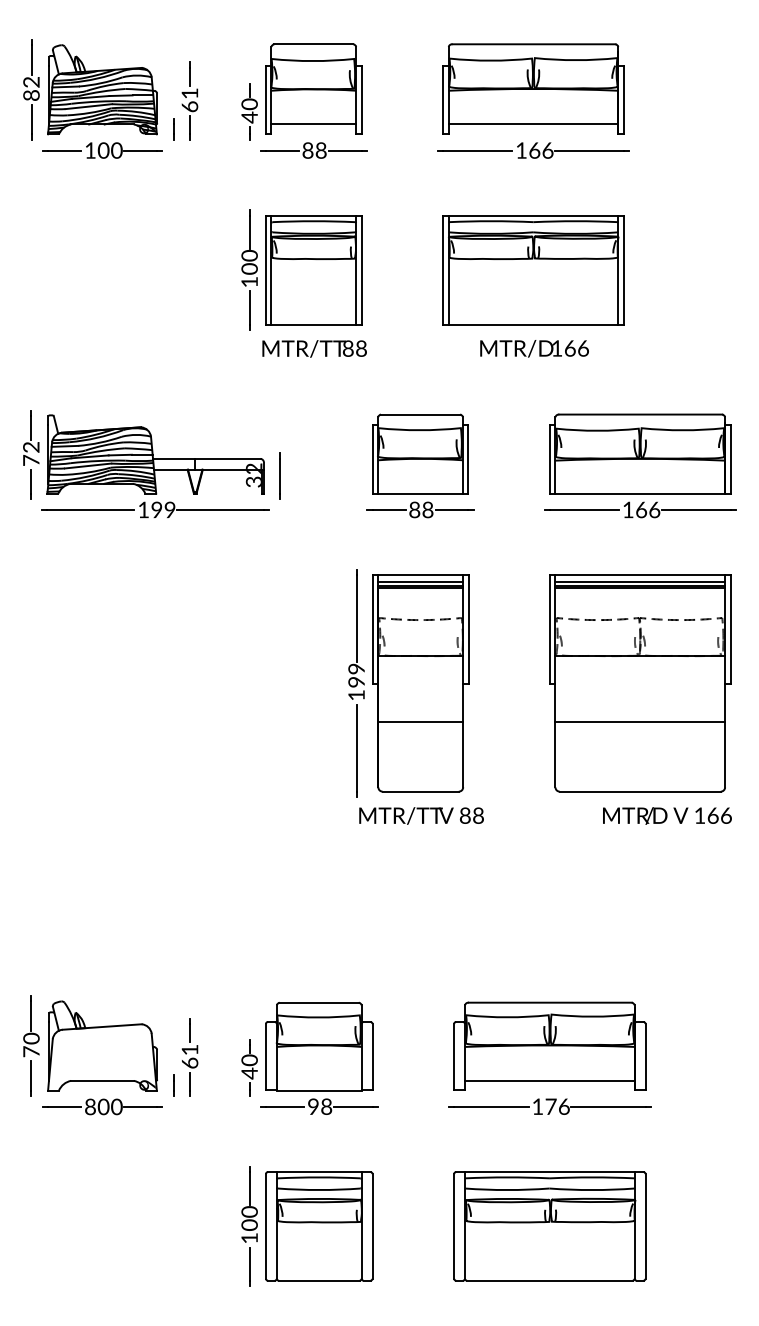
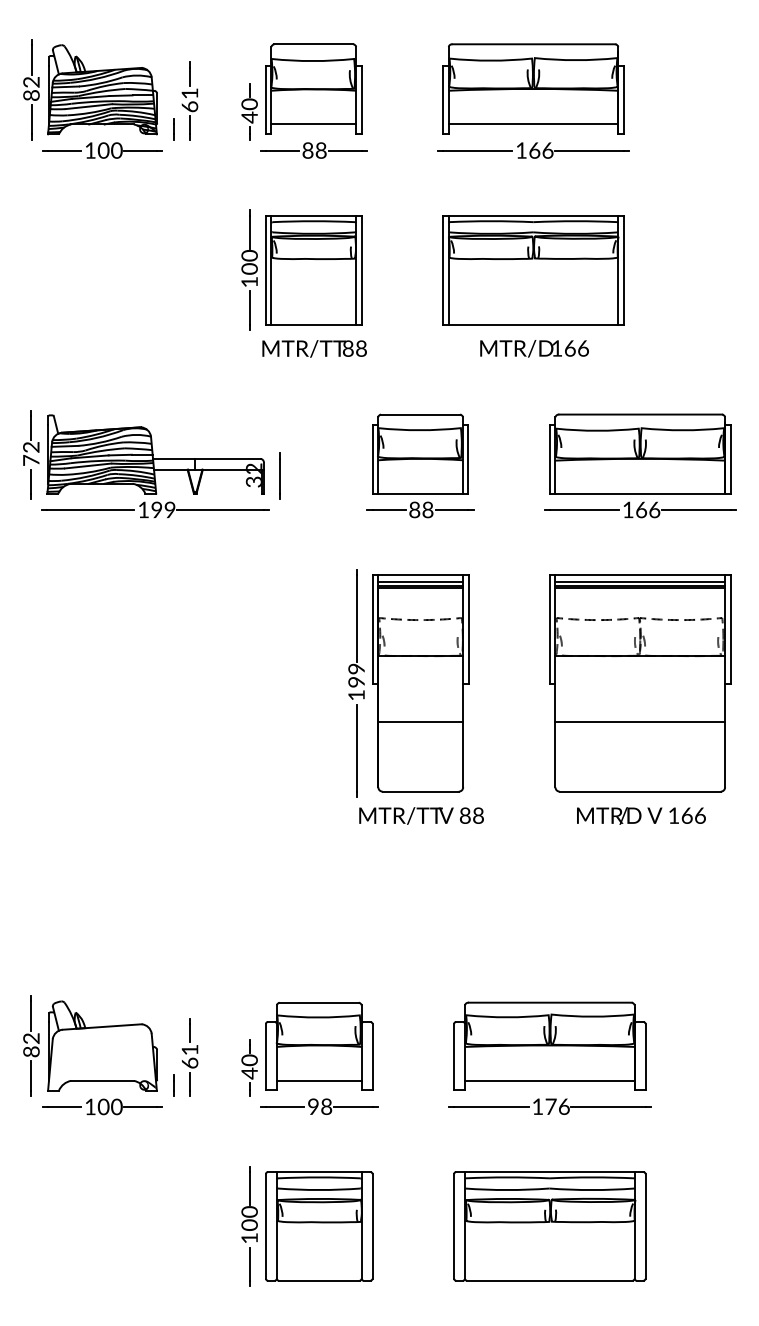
text at (667, 815) position: (667, 815) -> (641, 815)
text at (31, 1044): 70 -> 82
line at (318, 1090) position: (318, 1090) -> (318, 1080)
text at (90, 1106): 800 -> 100
